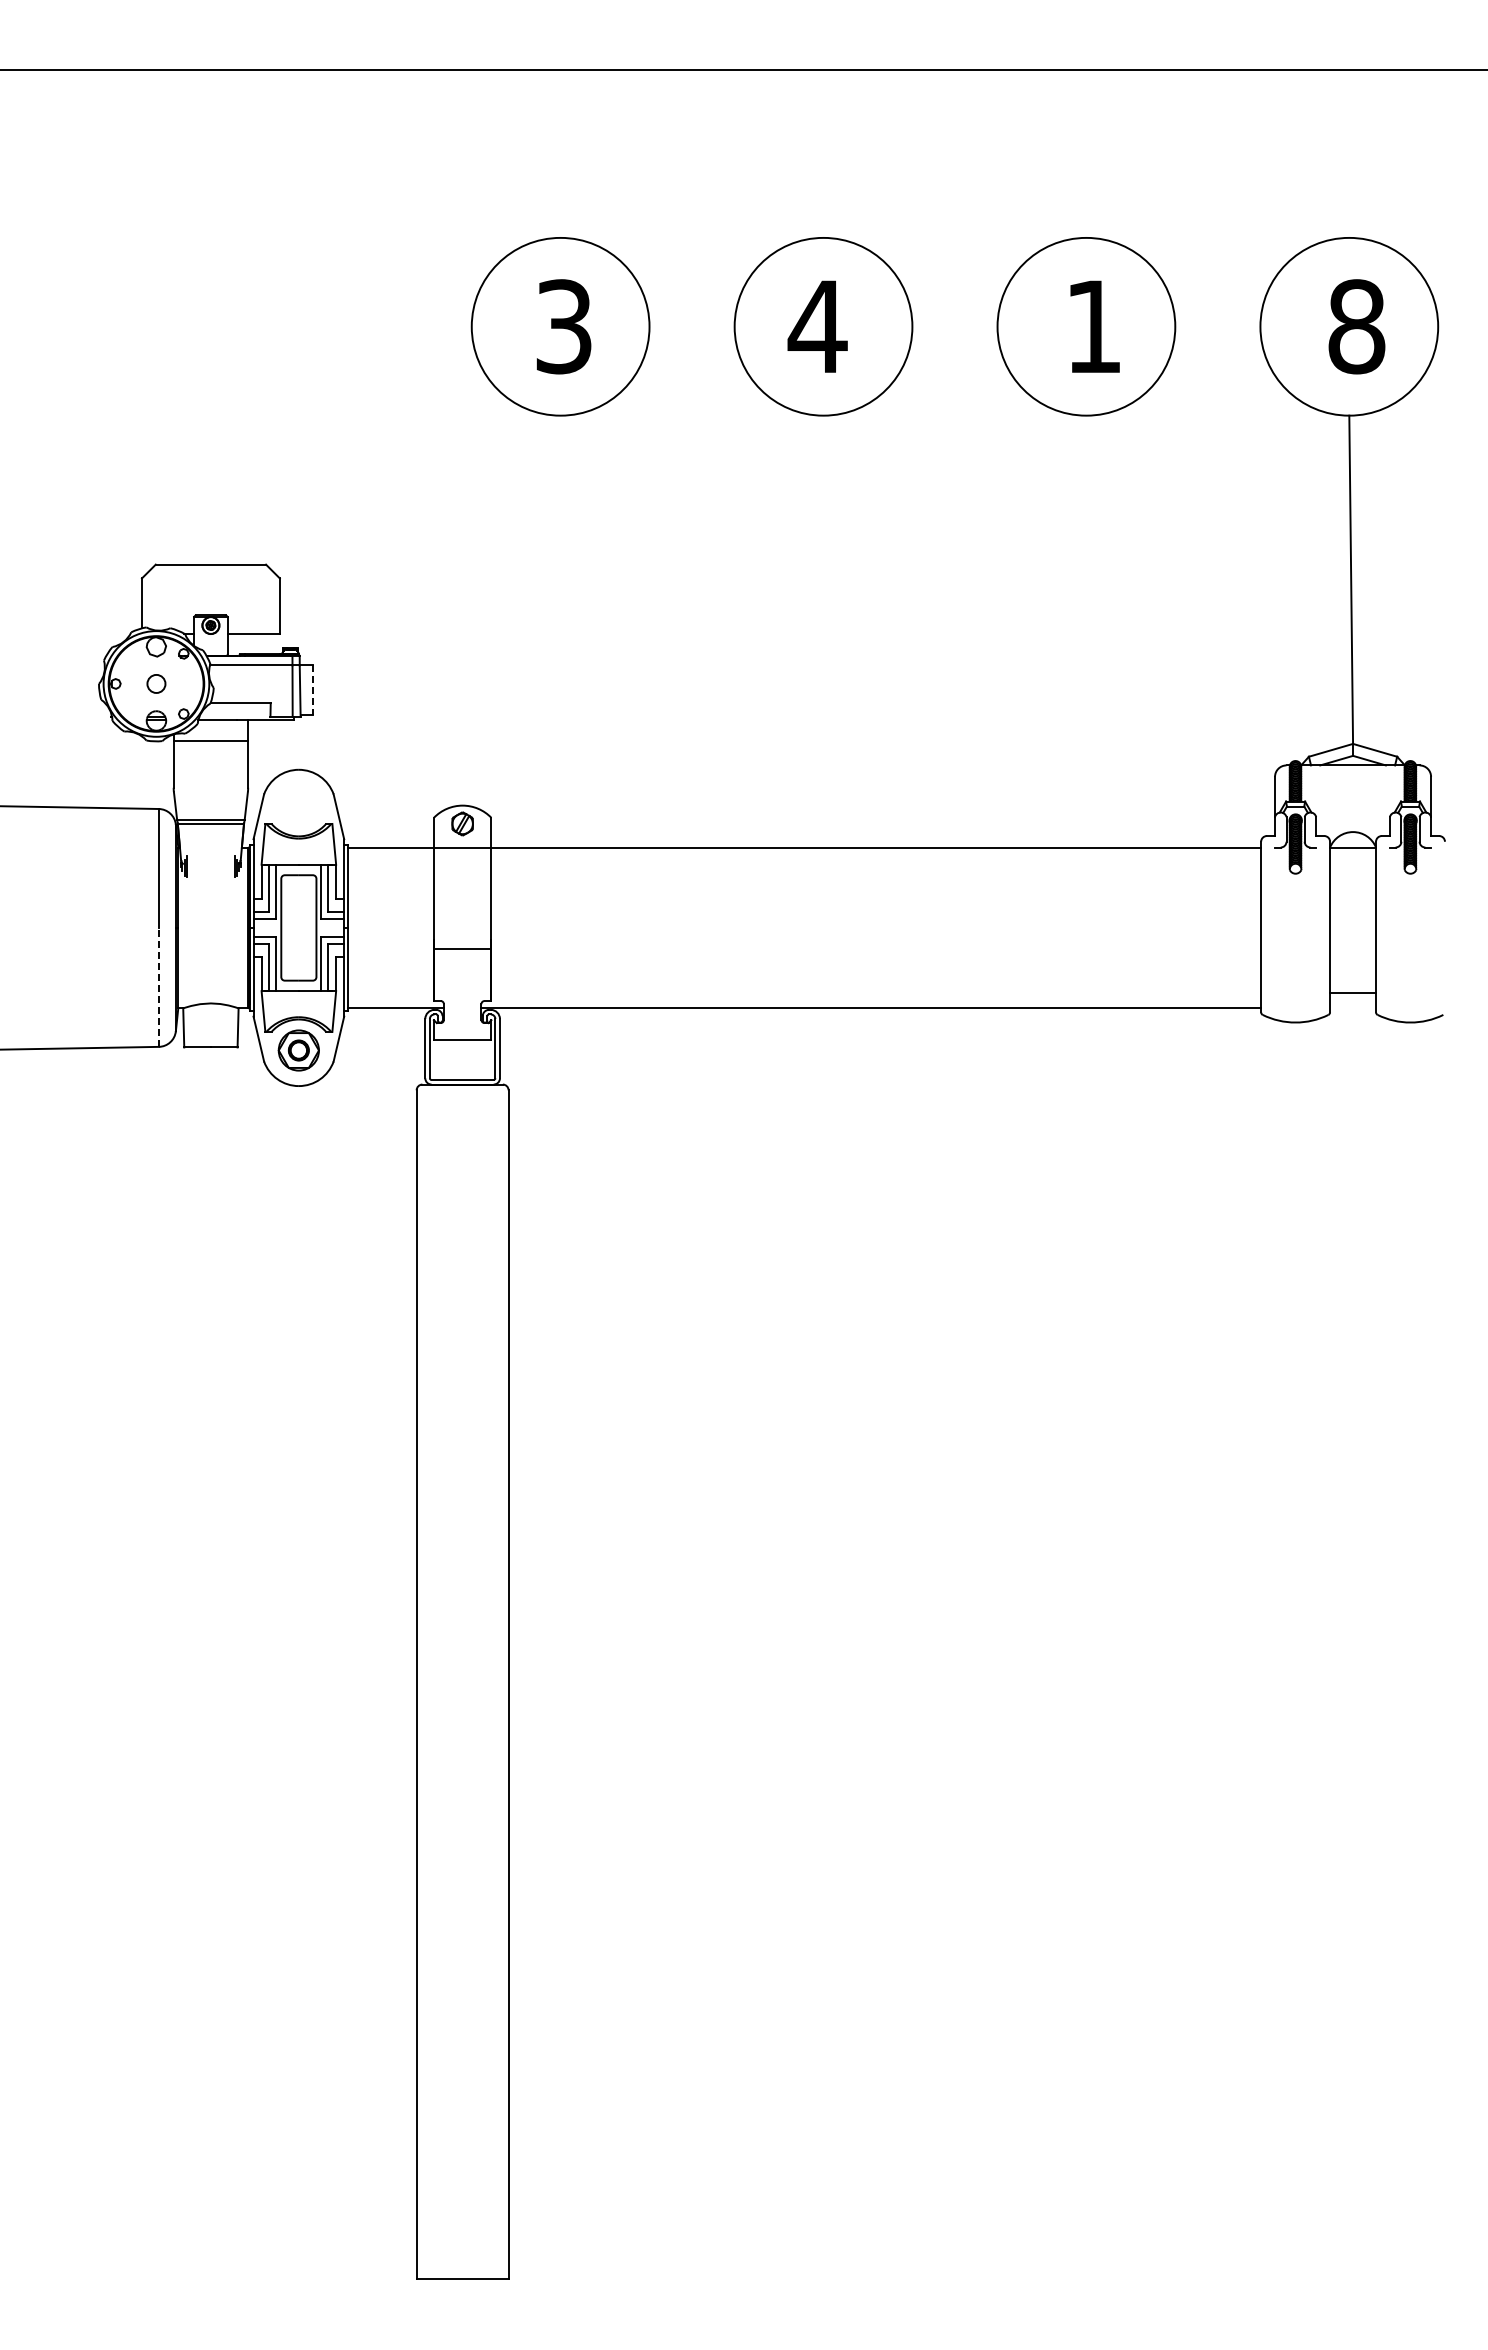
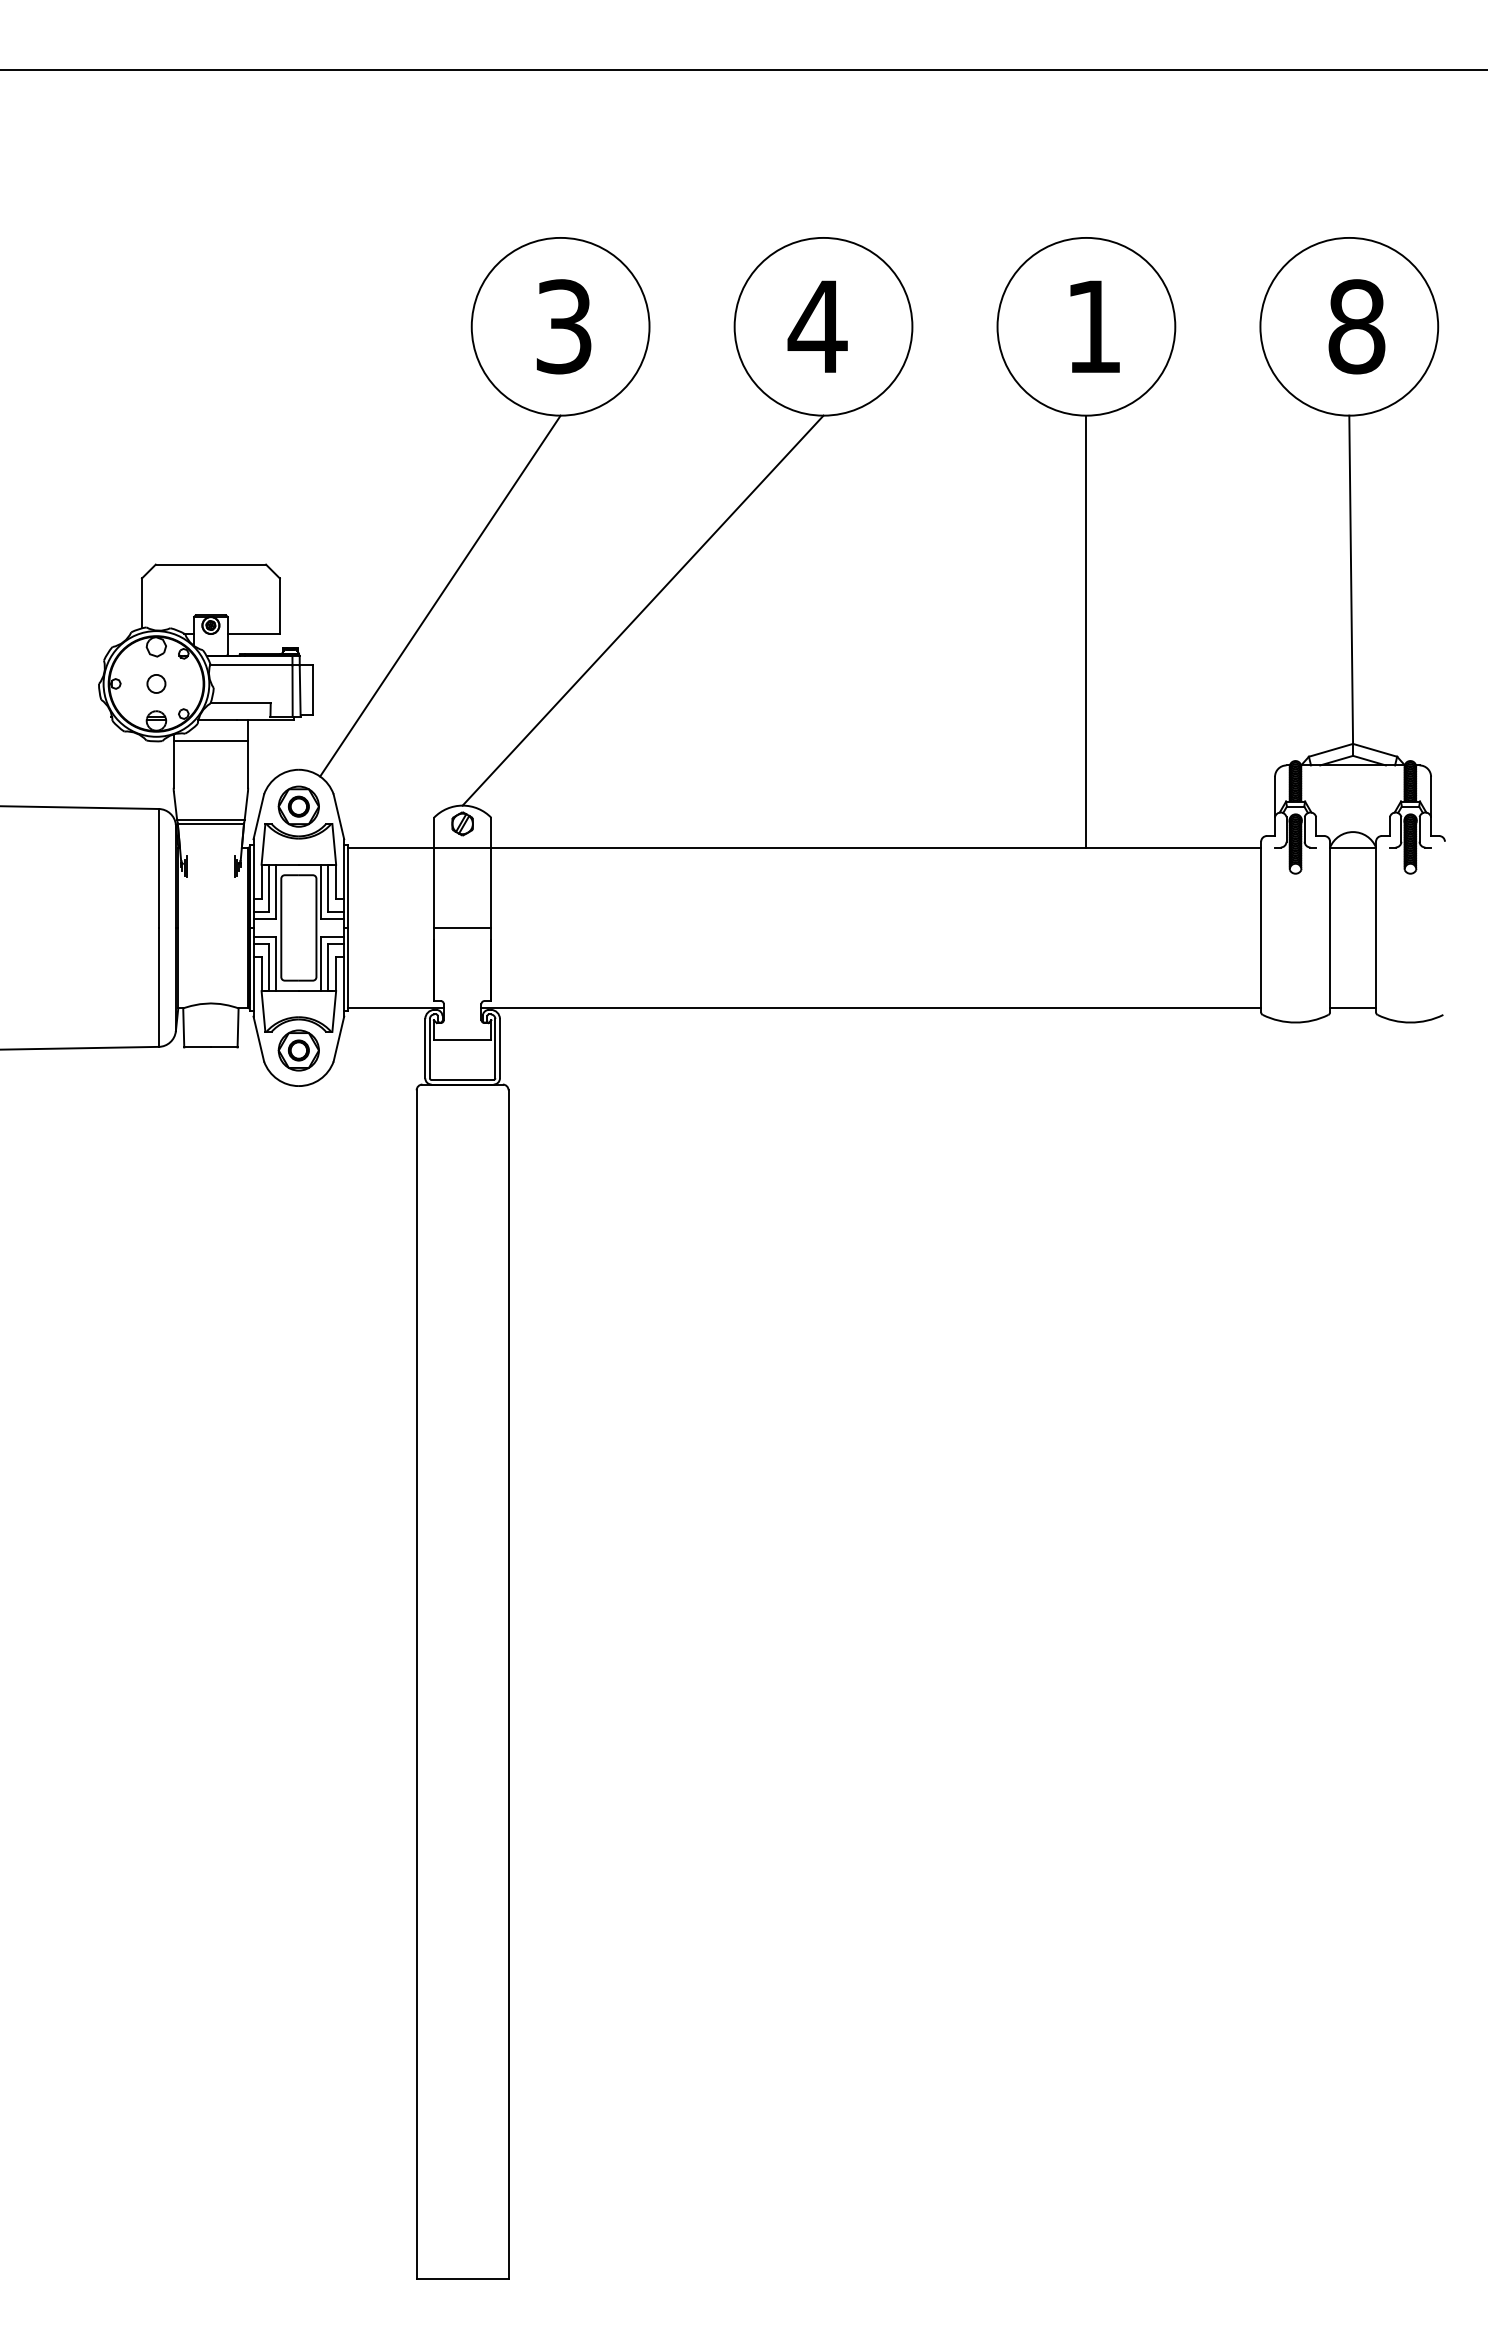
line at (440, 595): none -> present
line at (642, 610): none -> present
line at (1086, 631): none -> present
line at (312, 690): dashed -> solid
part at (298, 806): none -> present
line at (462, 948) position: (462, 948) -> (462, 927)
line at (158, 986): dashed -> solid
line at (1353, 993) position: (1353, 993) -> (1353, 1008)
